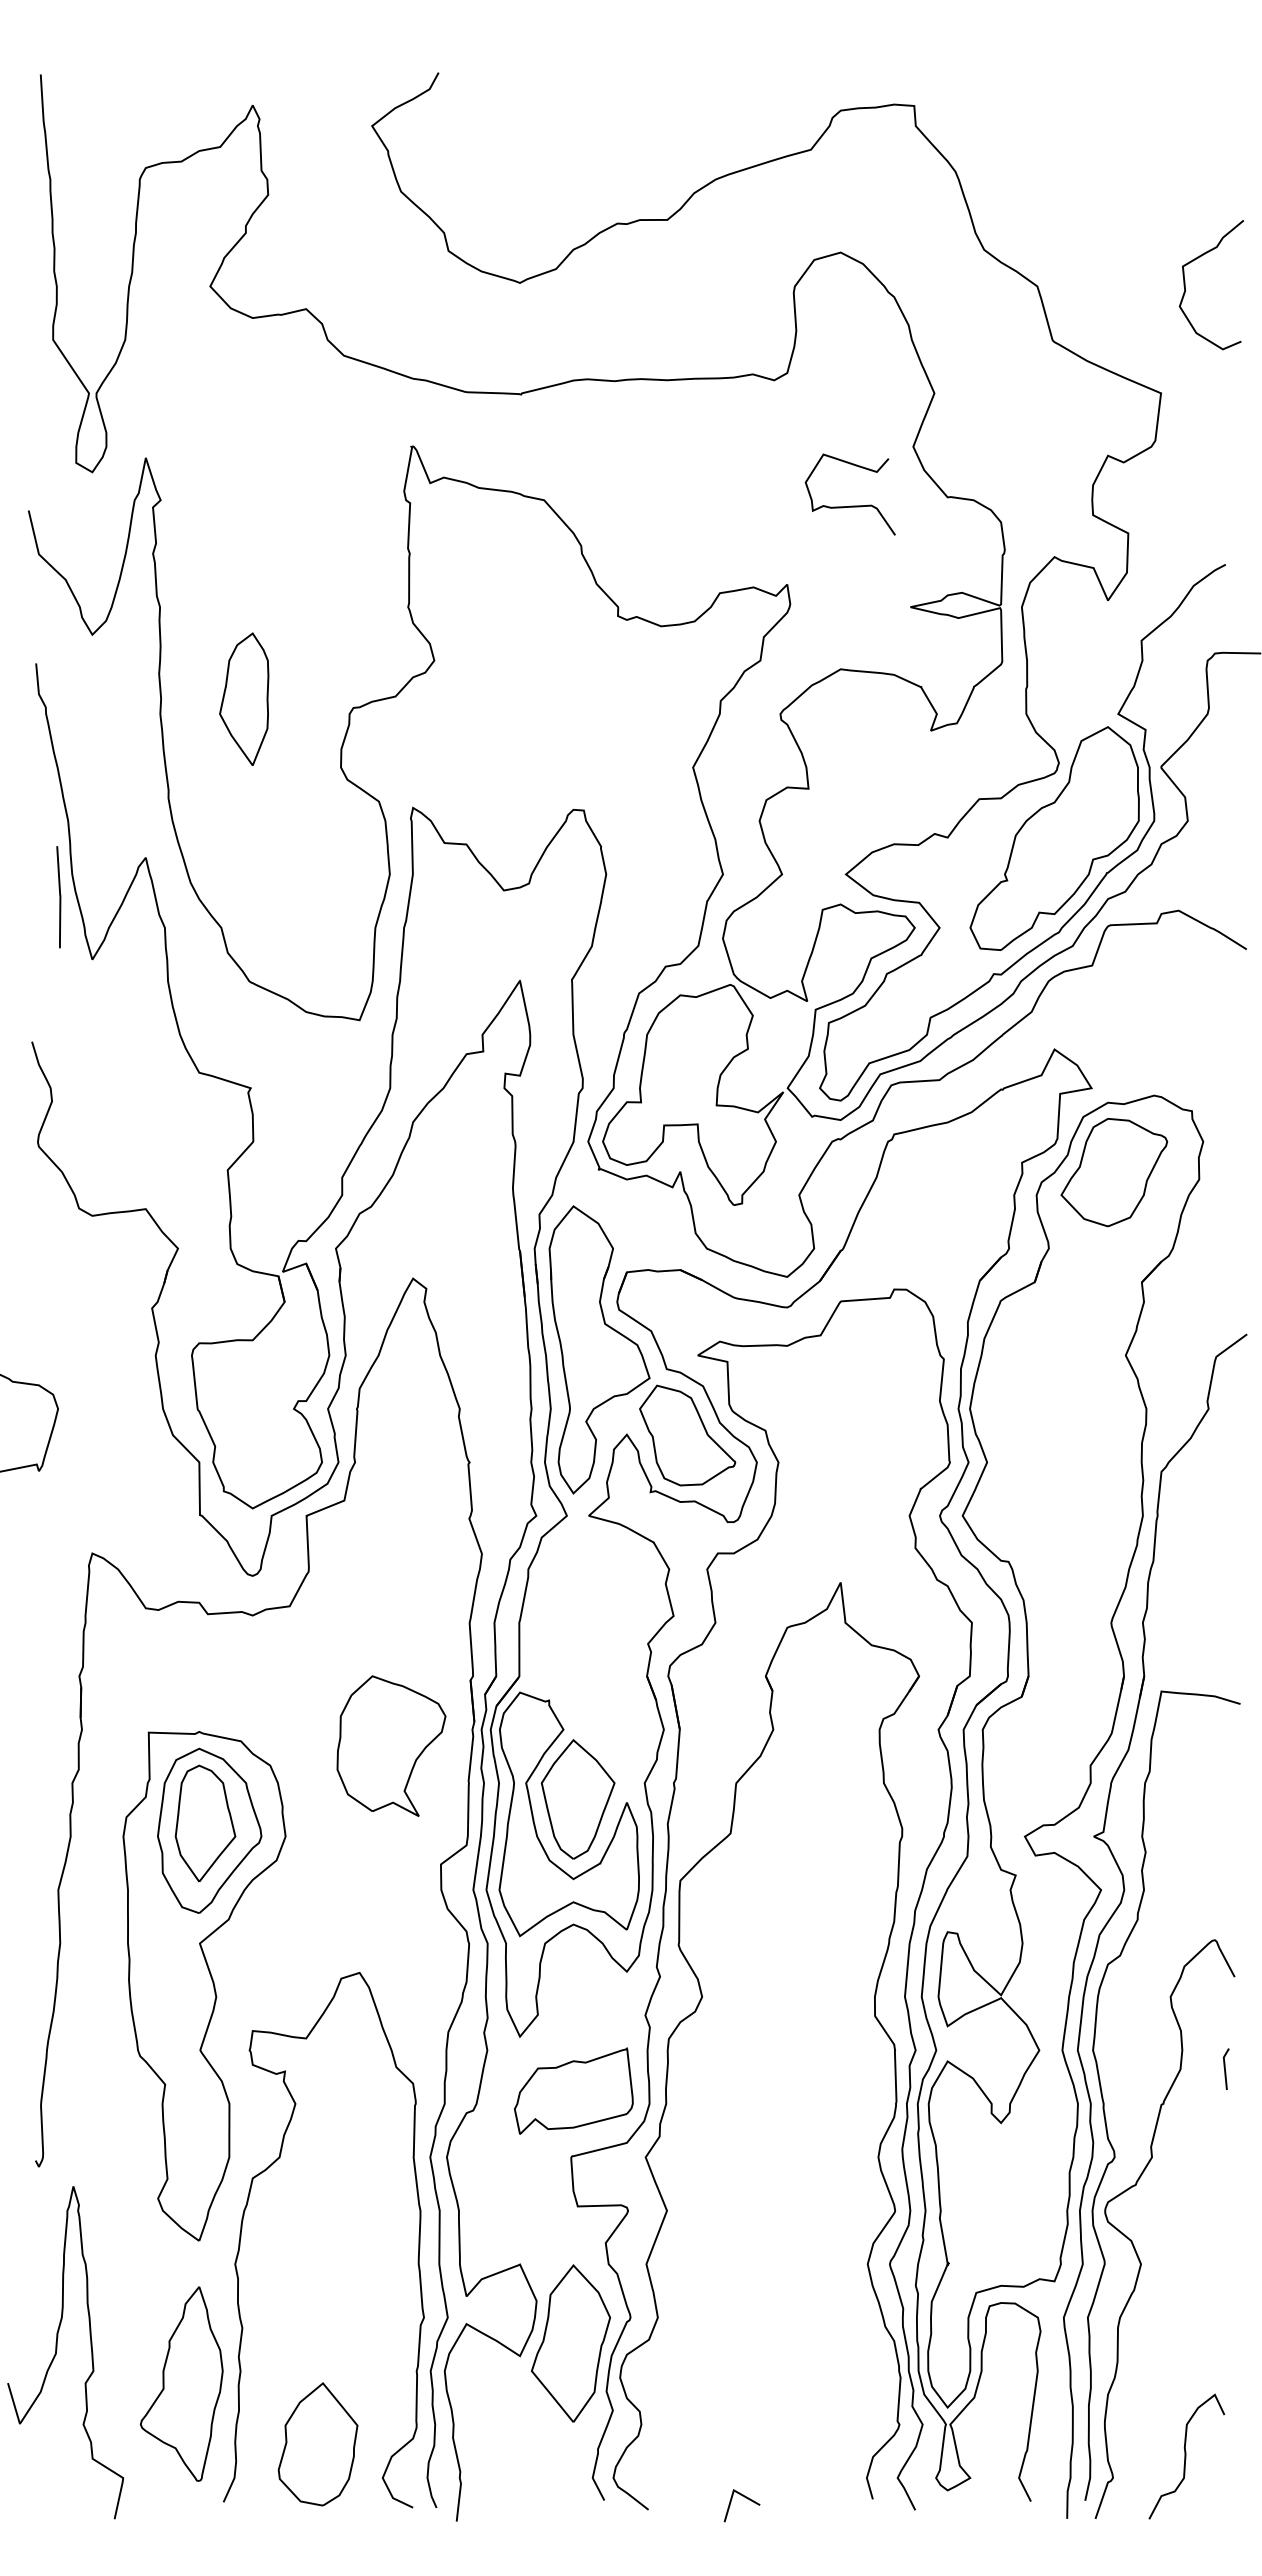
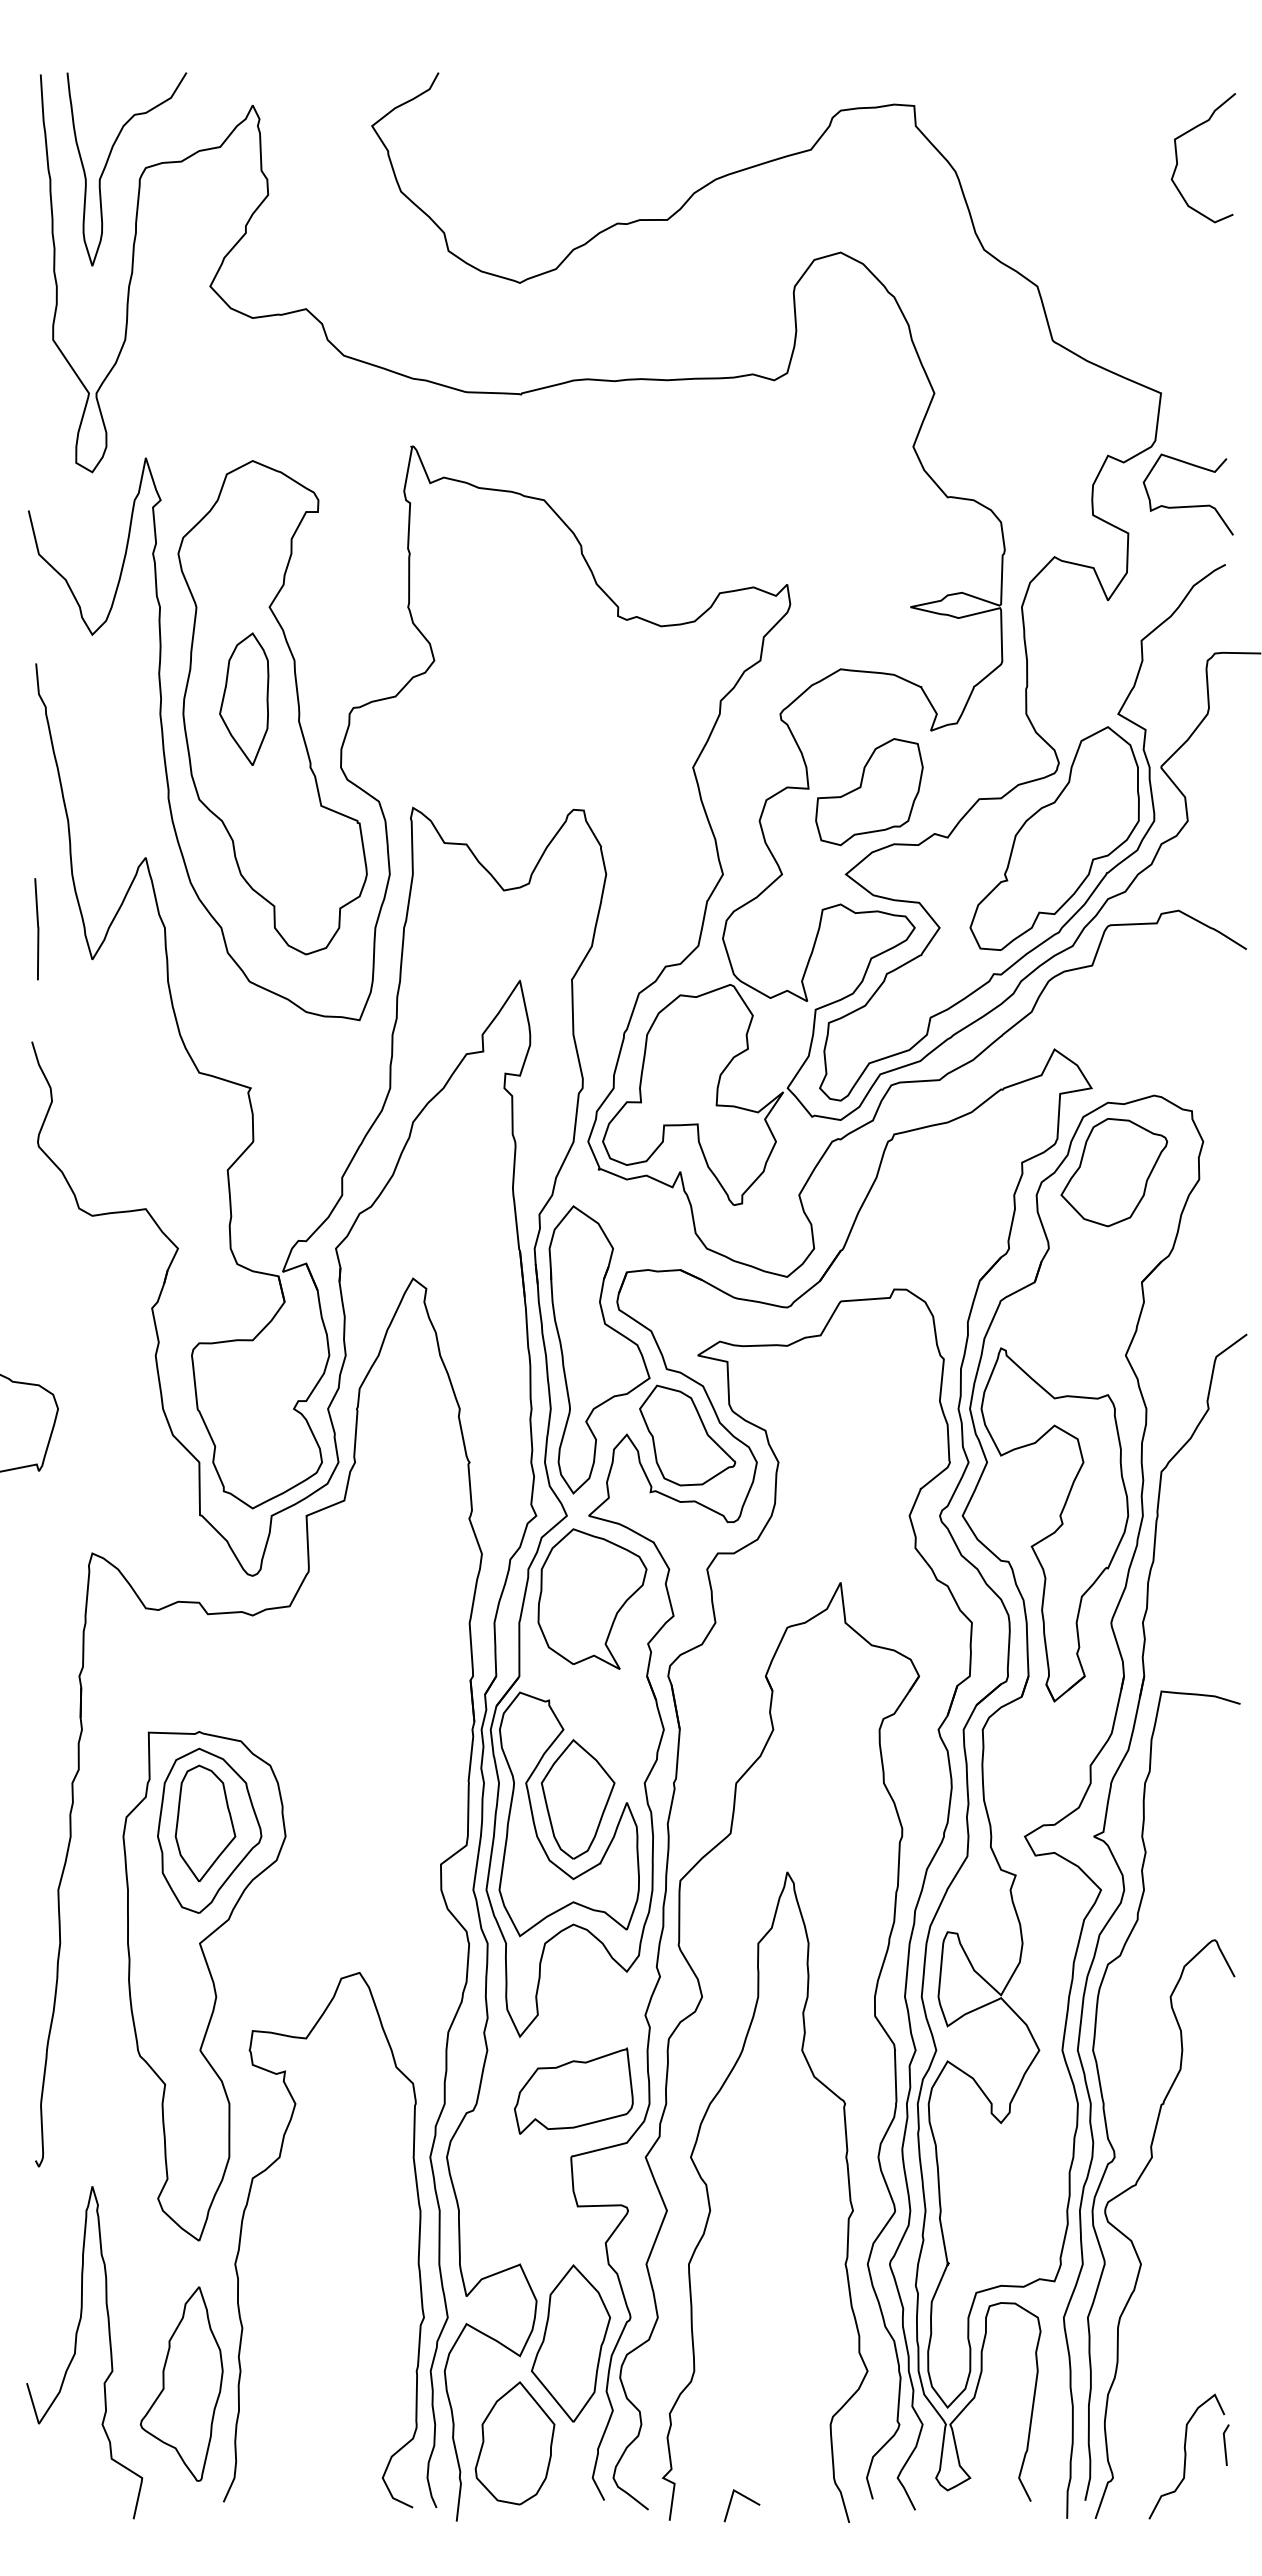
curve at (108, 161): none -> present
curve at (1186, 290) position: (1186, 290) -> (1178, 163)
curve at (850, 505) position: (850, 505) -> (1188, 505)
part at (272, 707): none -> present
part at (869, 792): none -> present
line at (59, 897) position: (59, 897) -> (37, 929)
part at (1054, 1524): none -> present
part at (391, 1745) position: (391, 1745) -> (592, 1598)
line at (1225, 2068) position: (1225, 2068) -> (1225, 2444)
curve at (710, 2204): none -> present
curve at (57, 2350) position: (57, 2350) -> (76, 2350)
part at (317, 2444) position: (317, 2444) -> (514, 2443)
